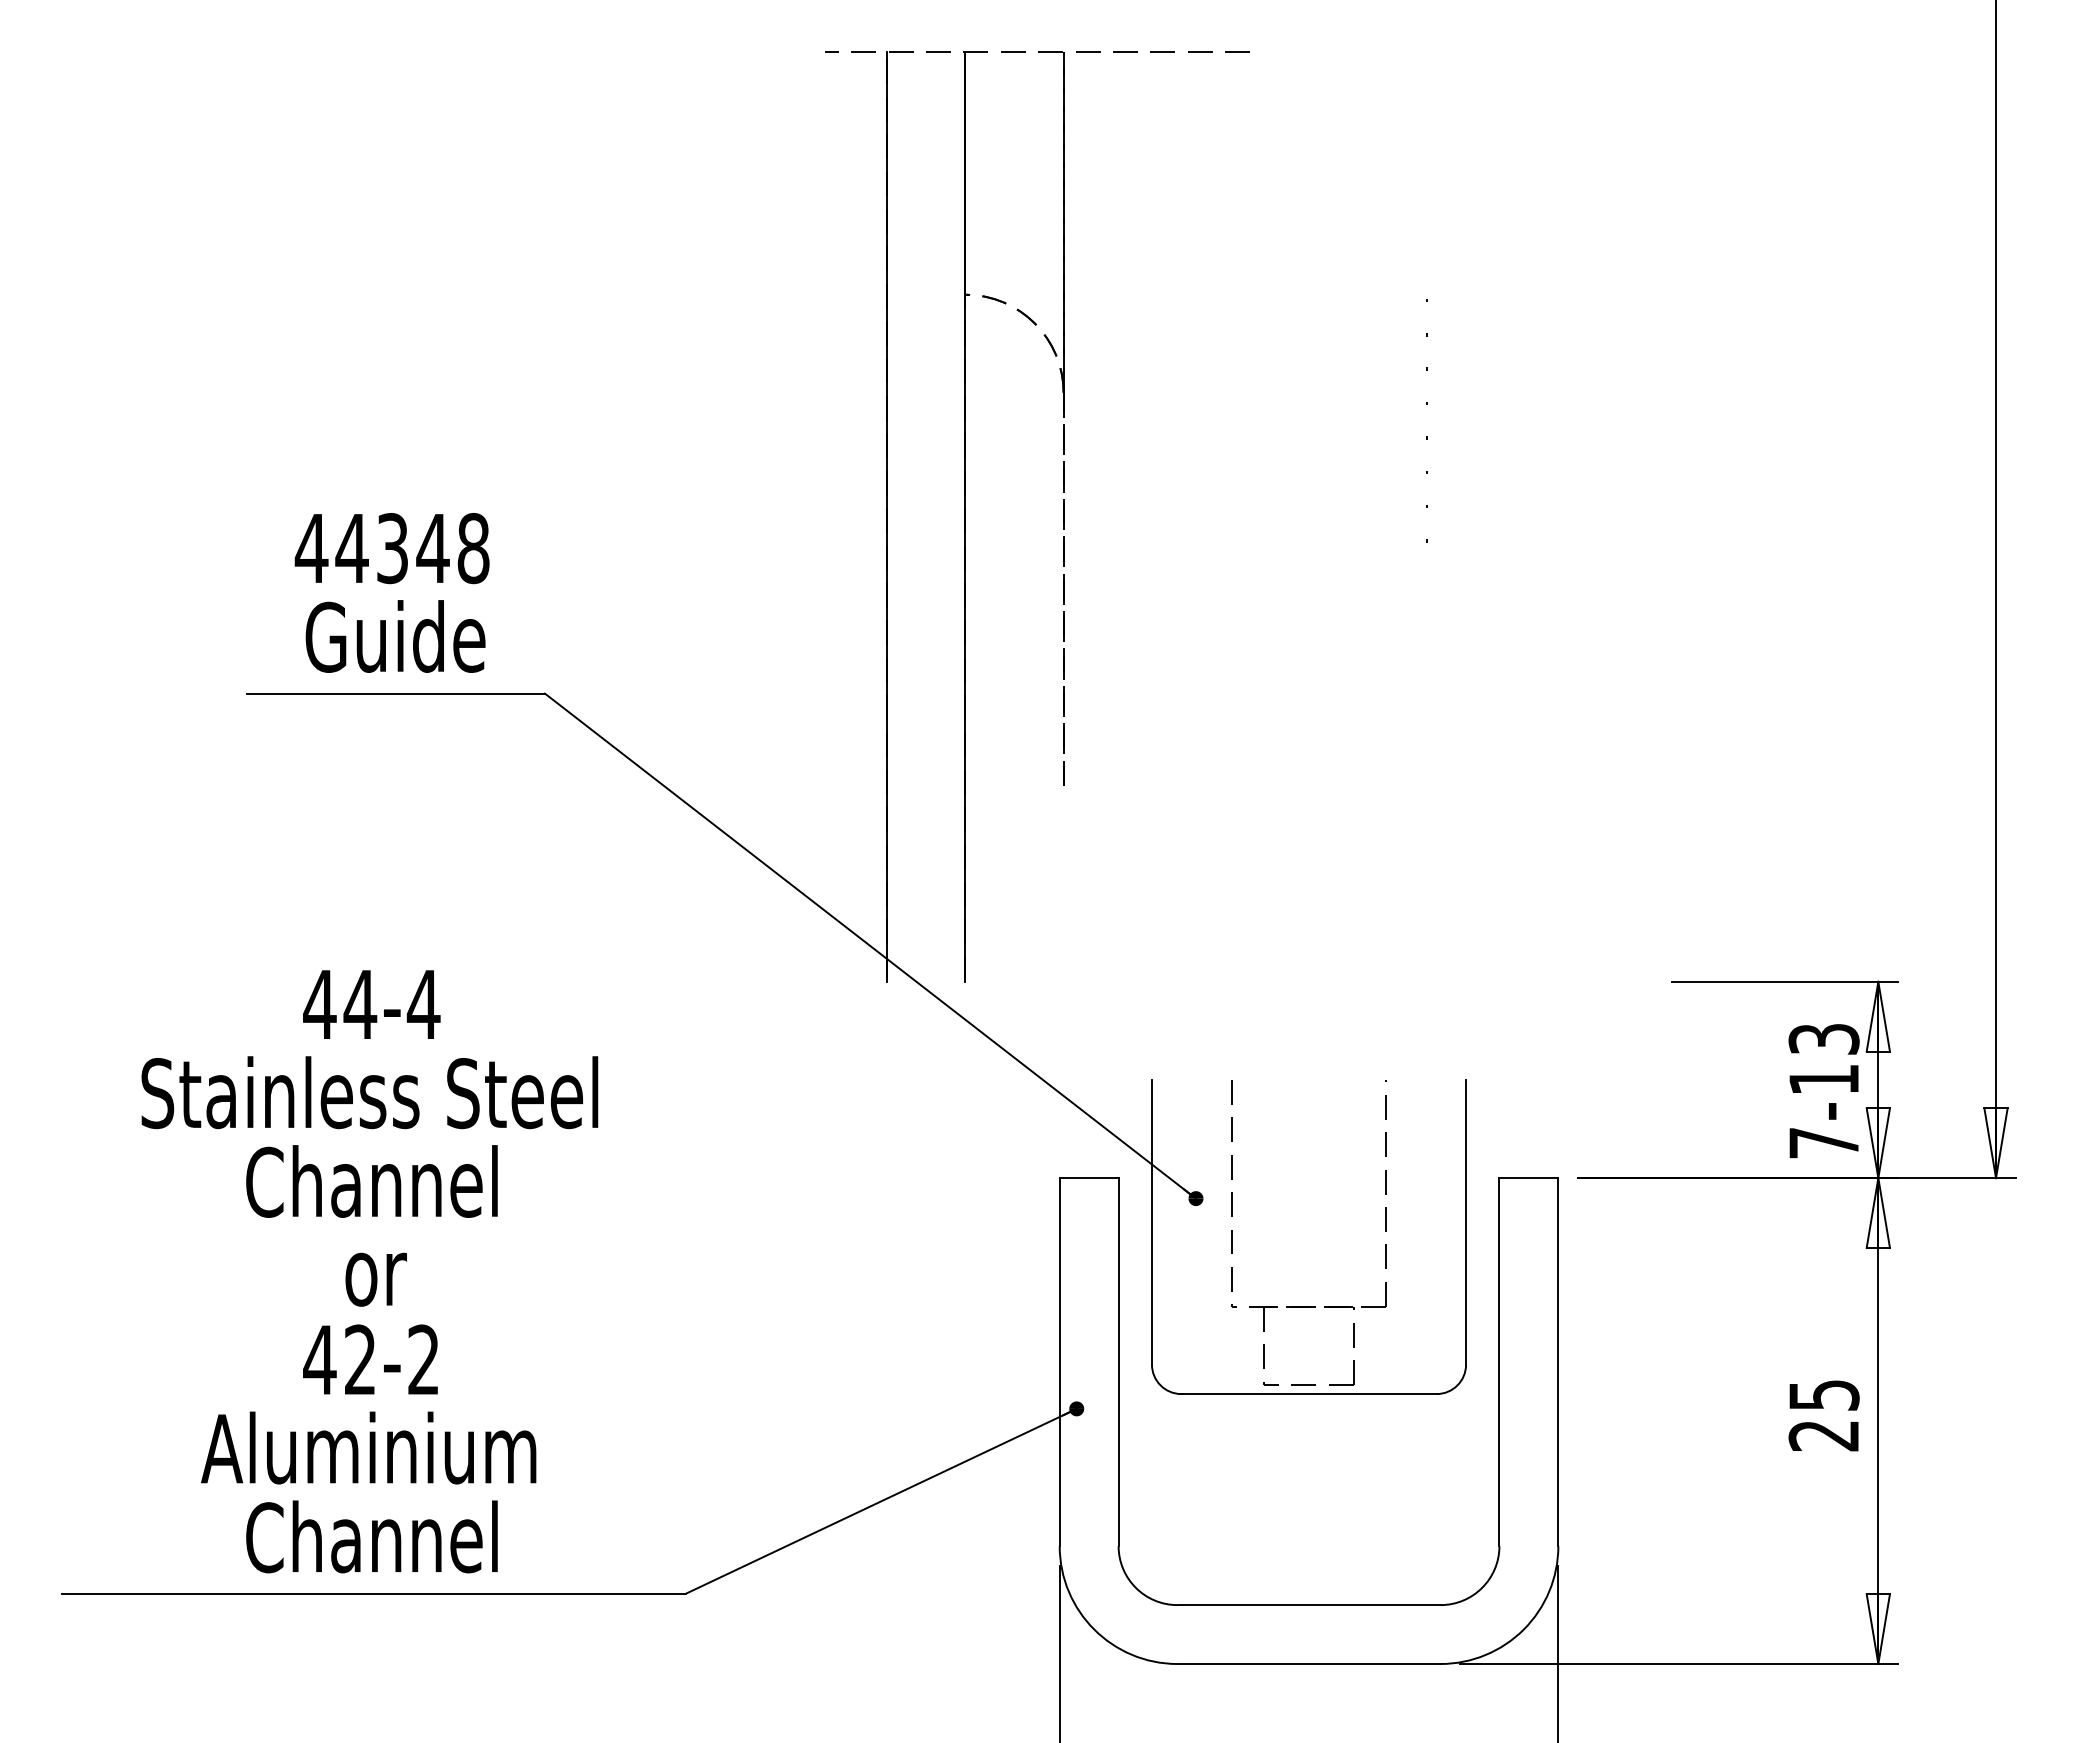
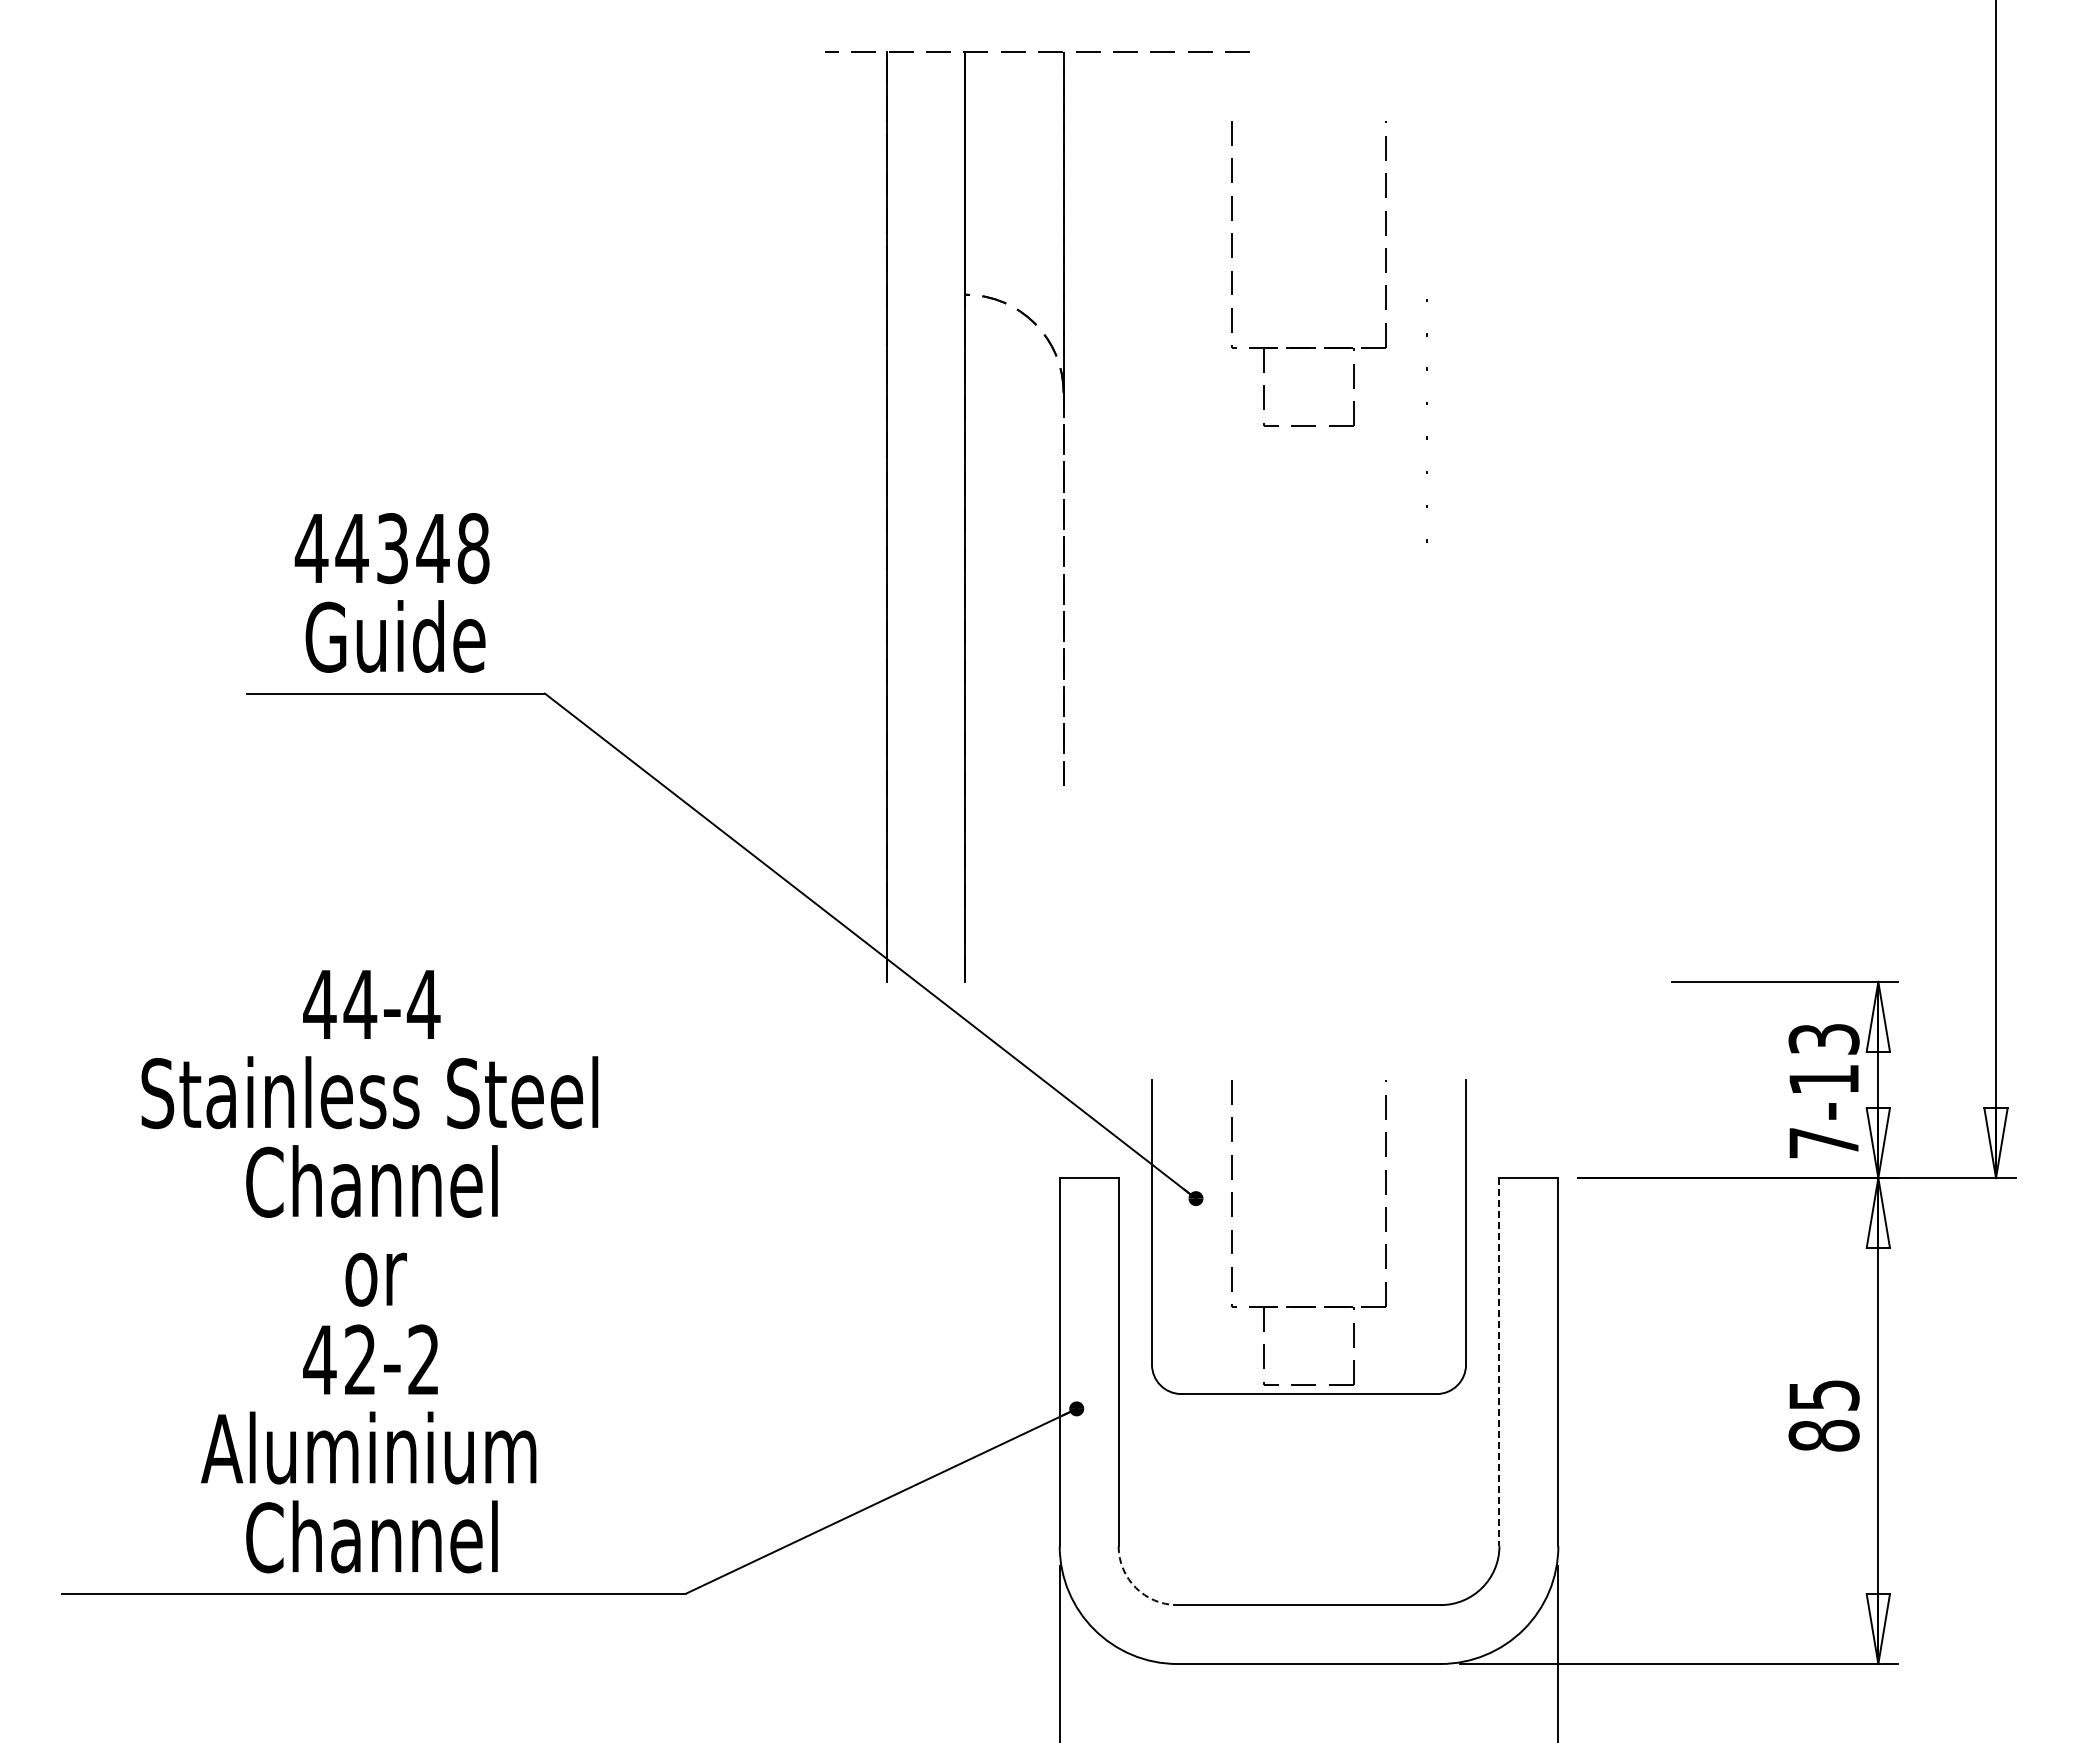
part at (1308, 347): none -> present
line at (1499, 1362): solid -> dashed
text at (1823, 1435): 25 -> 85
arc at (1135, 1587): solid -> dashed
